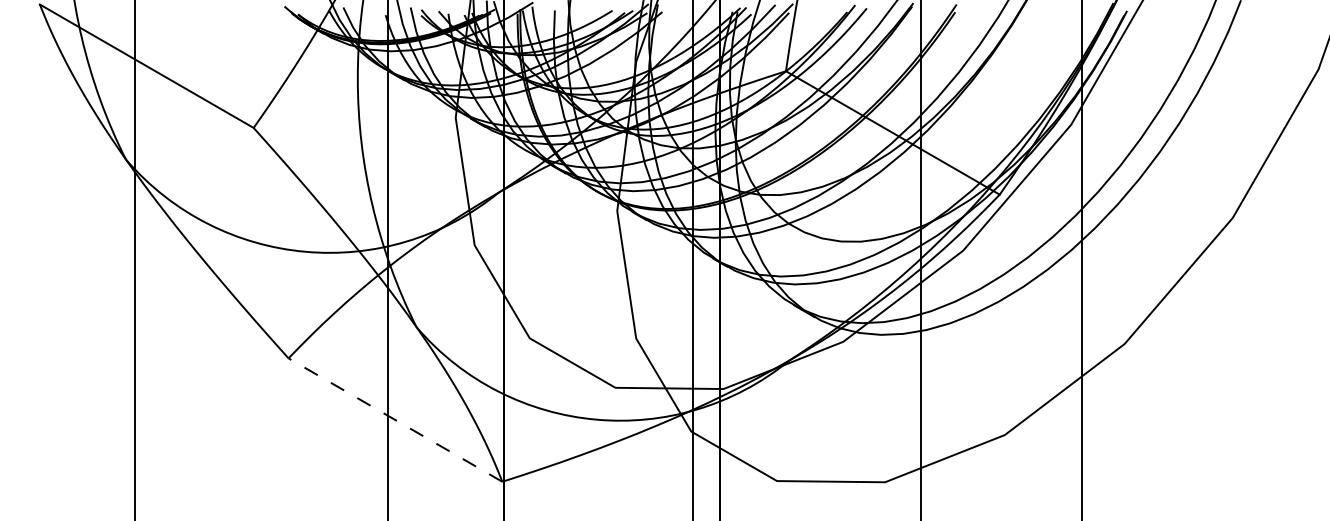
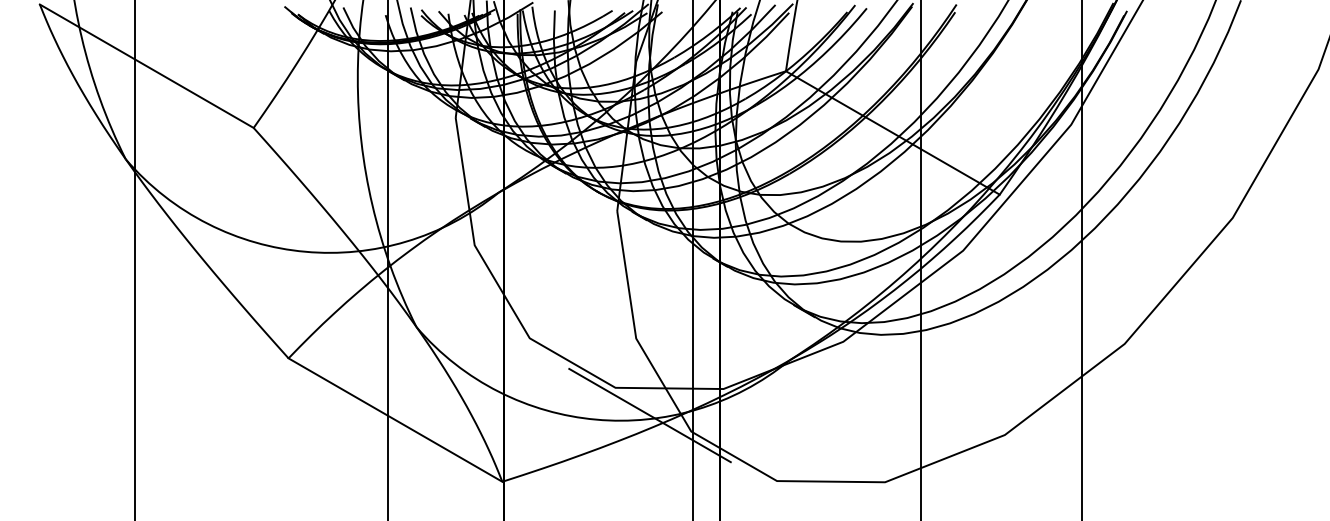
line at (649, 415): none -> present
line at (395, 419): dashed -> solid
